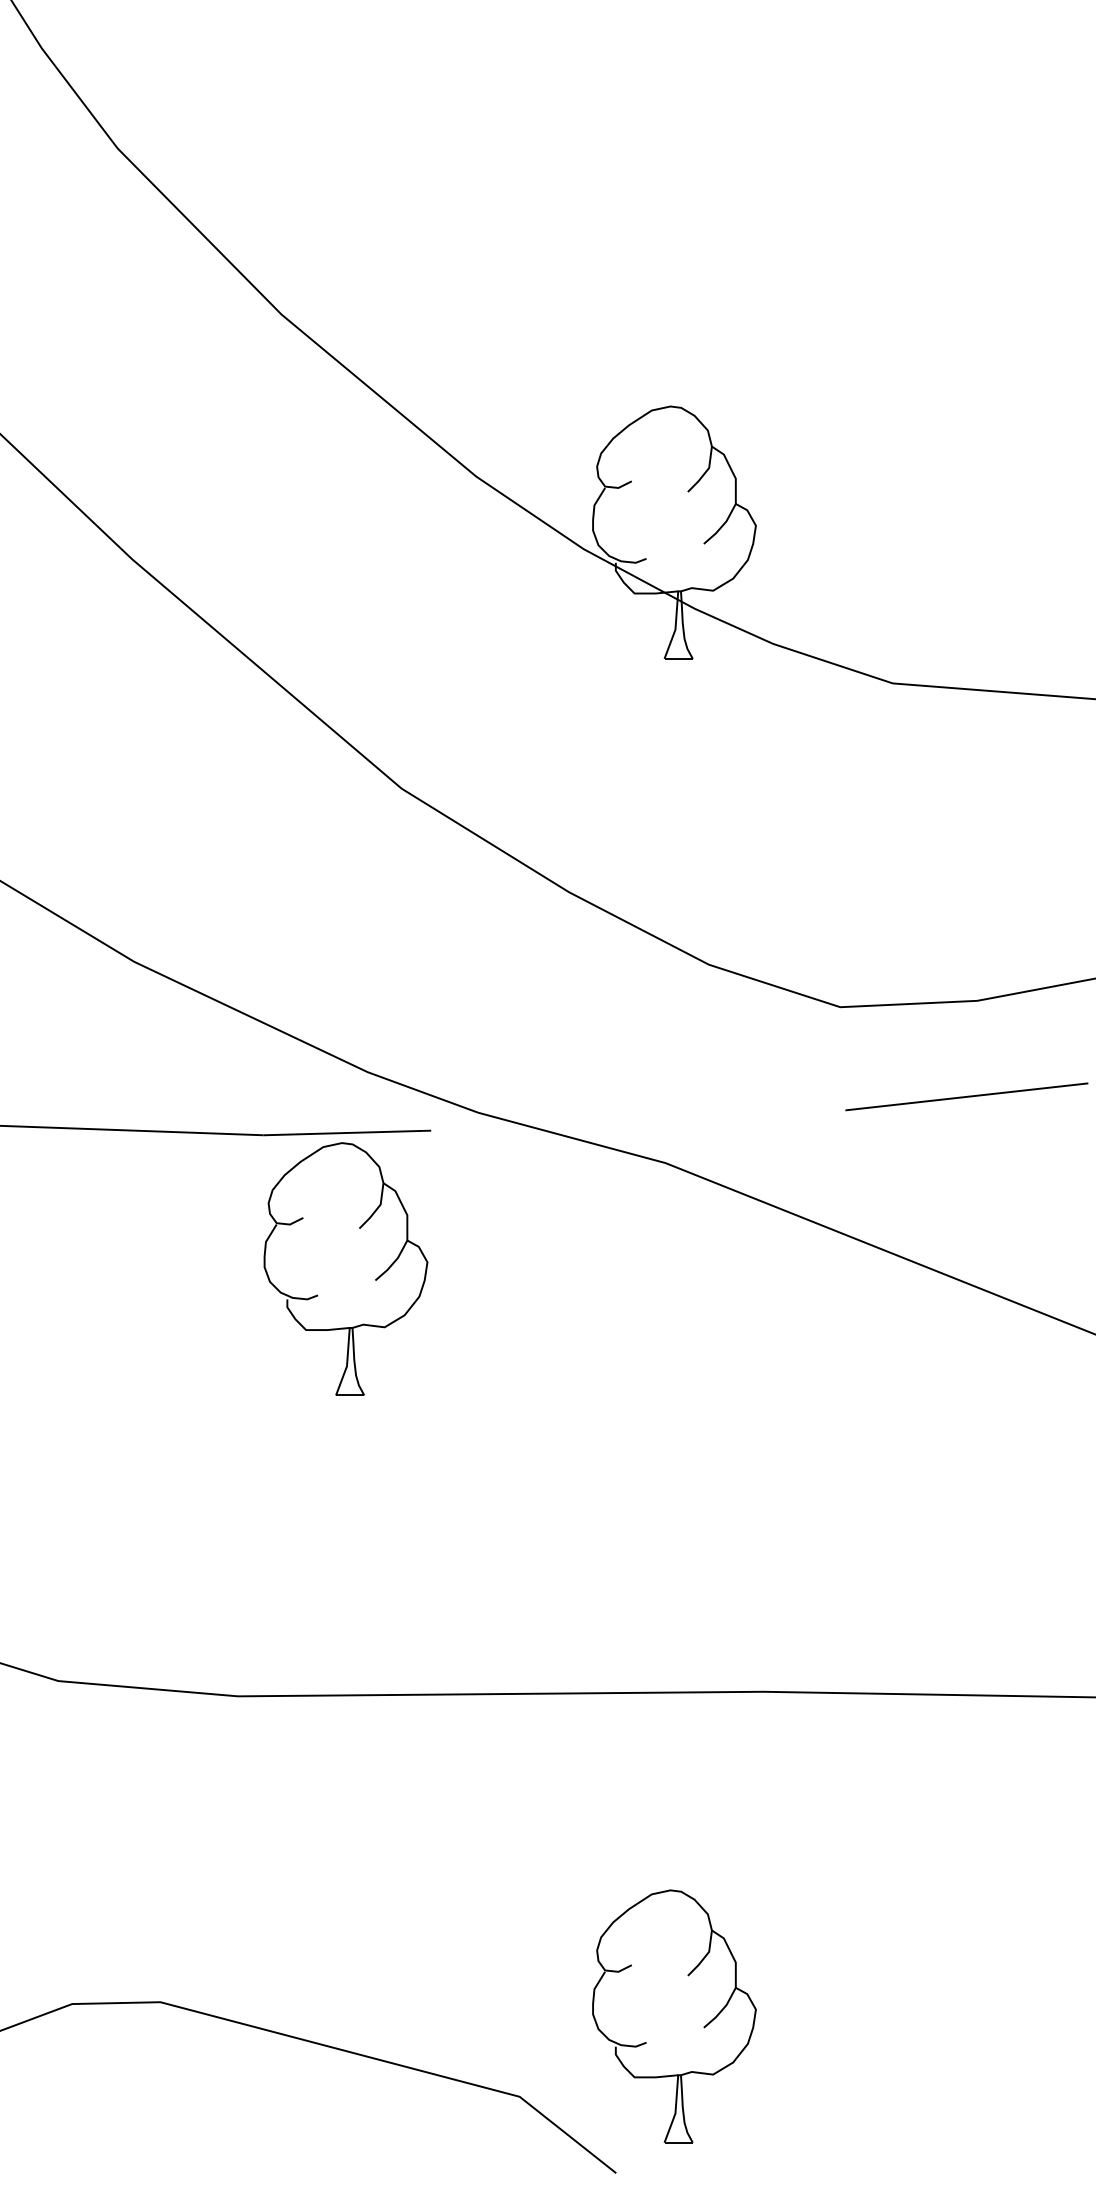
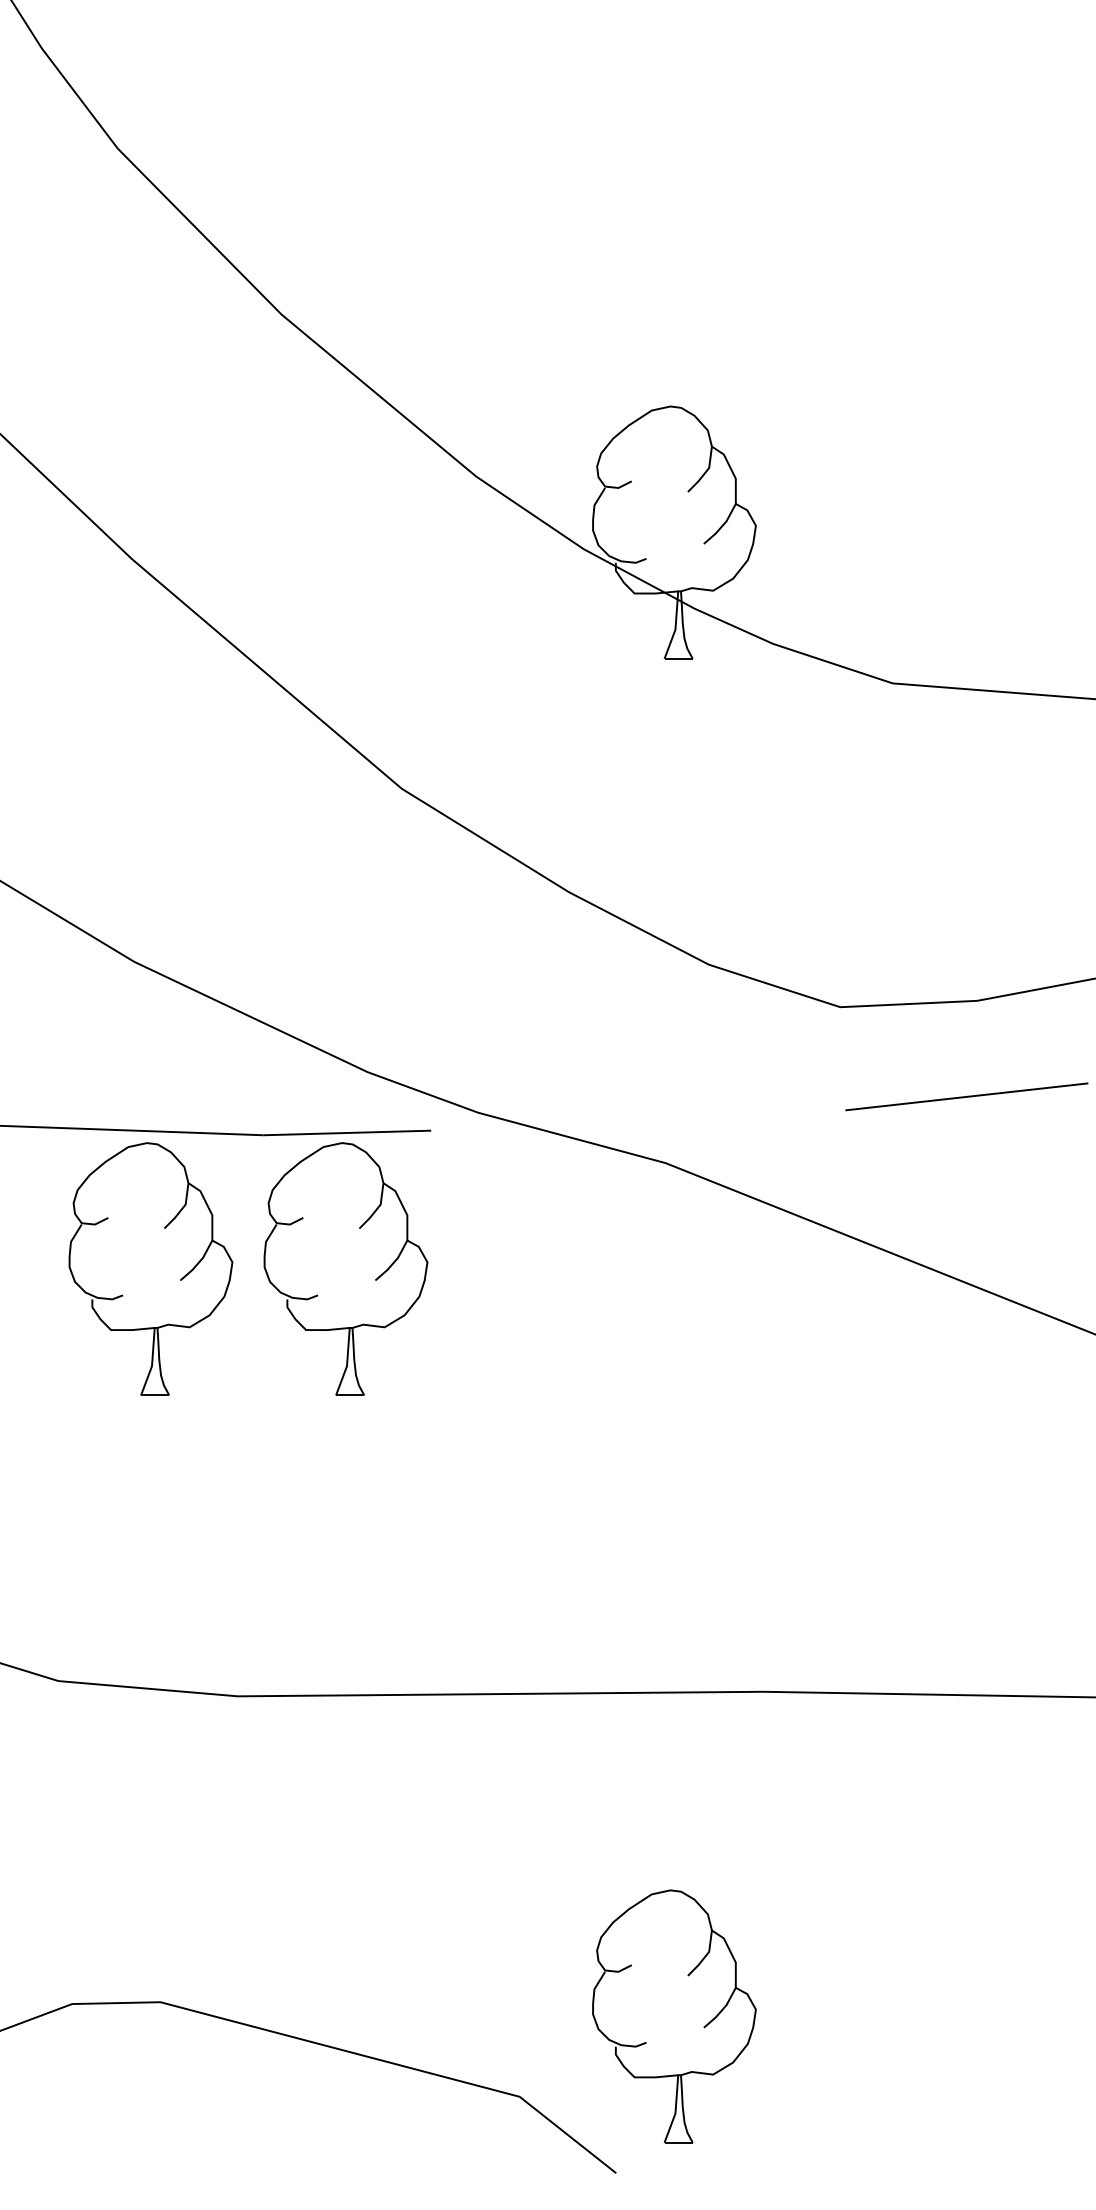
part at (180, 1279): none -> present
